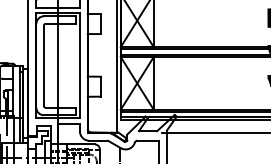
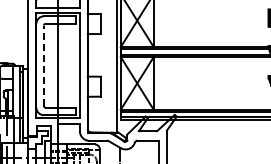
line at (43, 65): solid -> dashed
line at (214, 132): present -> none
